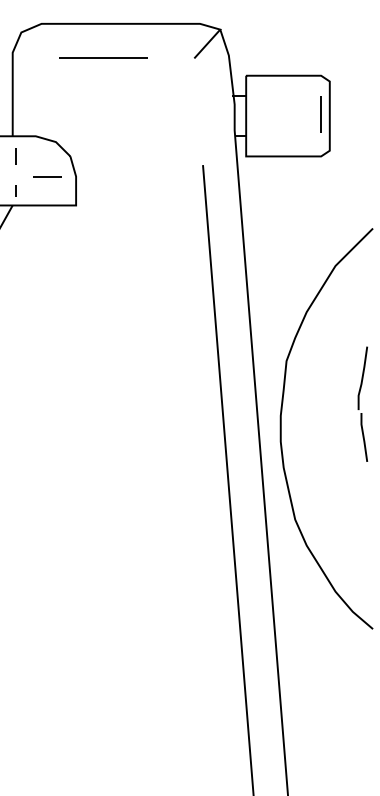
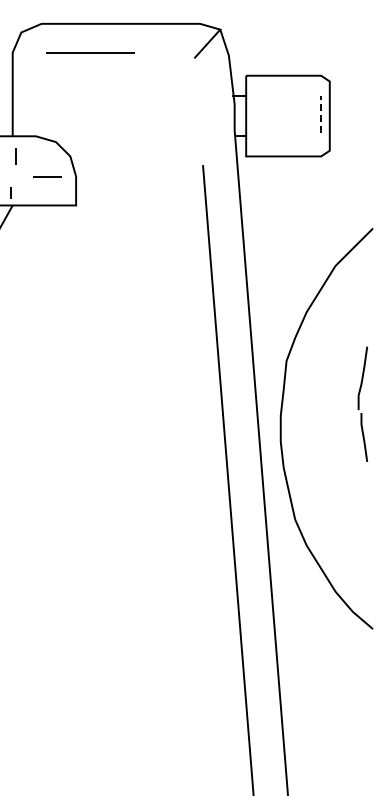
line at (103, 57) position: (103, 57) -> (90, 52)
line at (321, 114): solid -> dashed
line at (15, 190) position: (15, 190) -> (10, 192)
